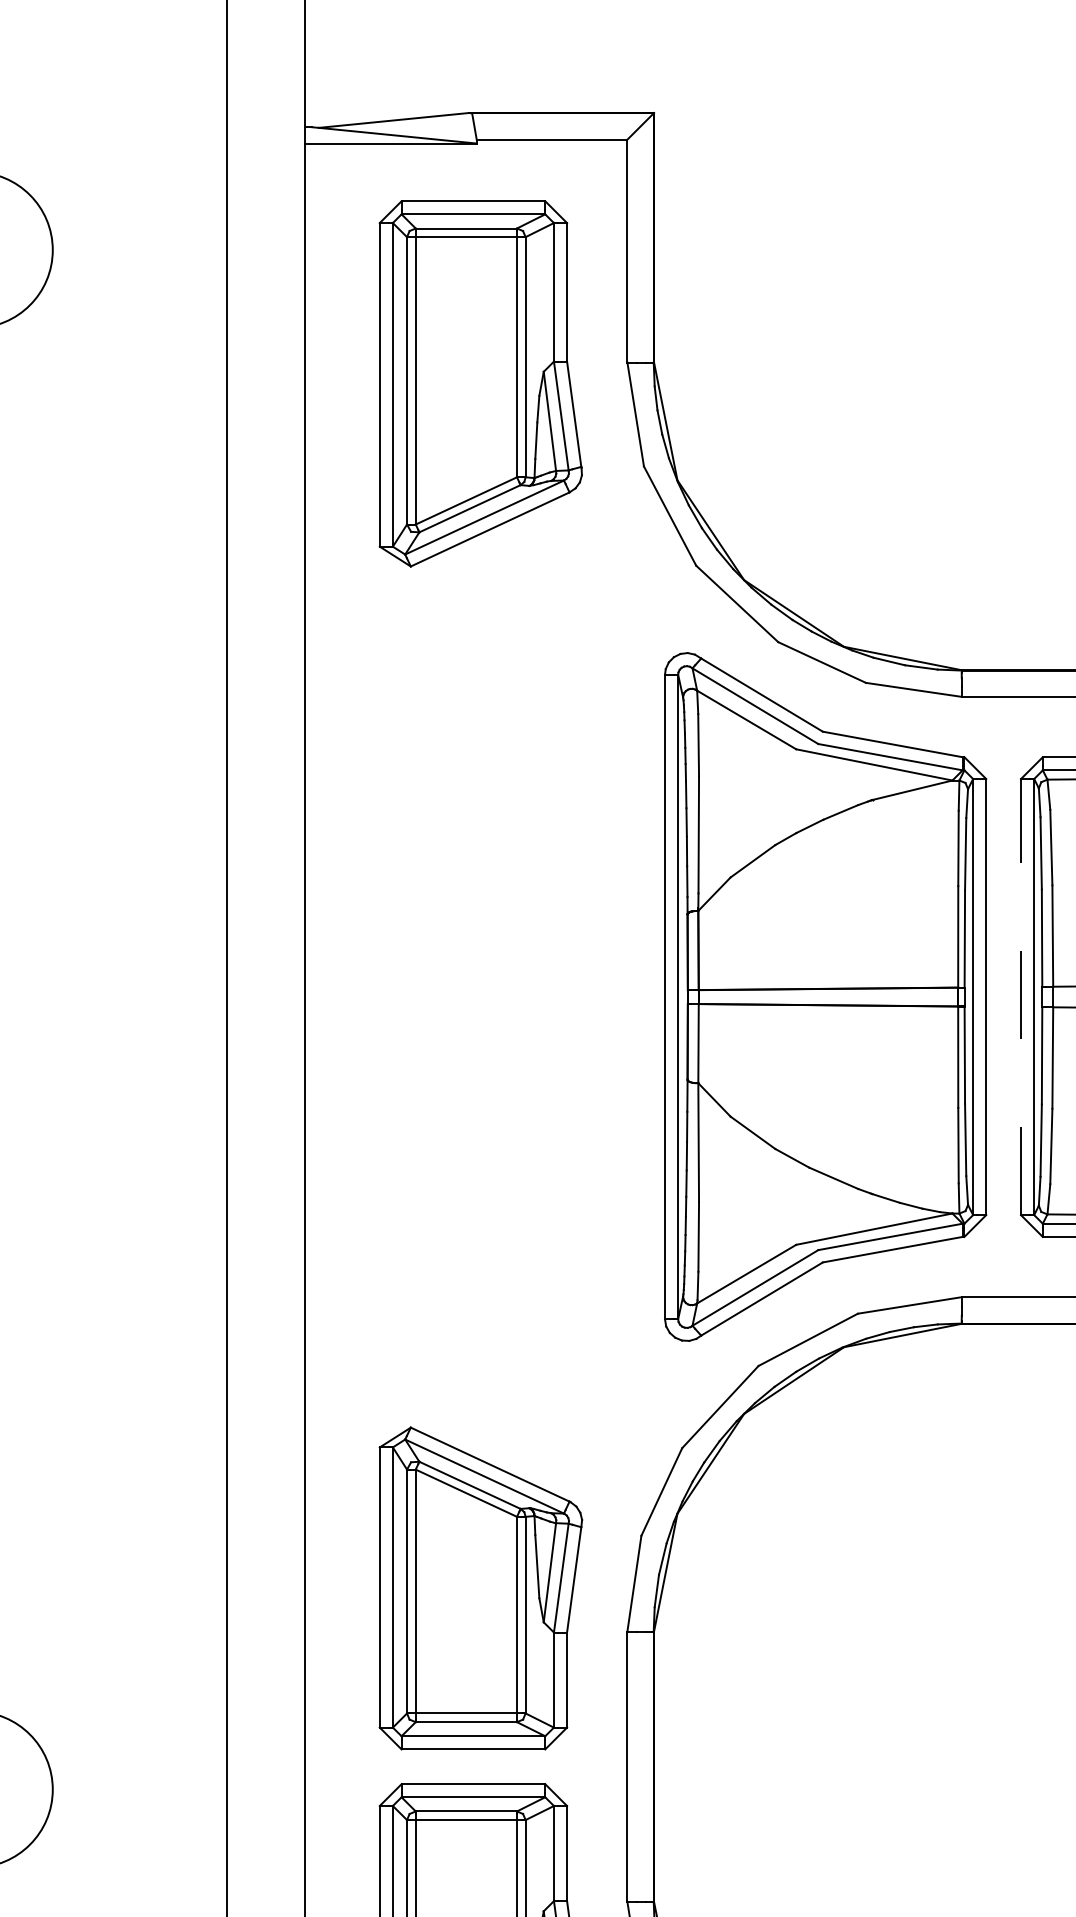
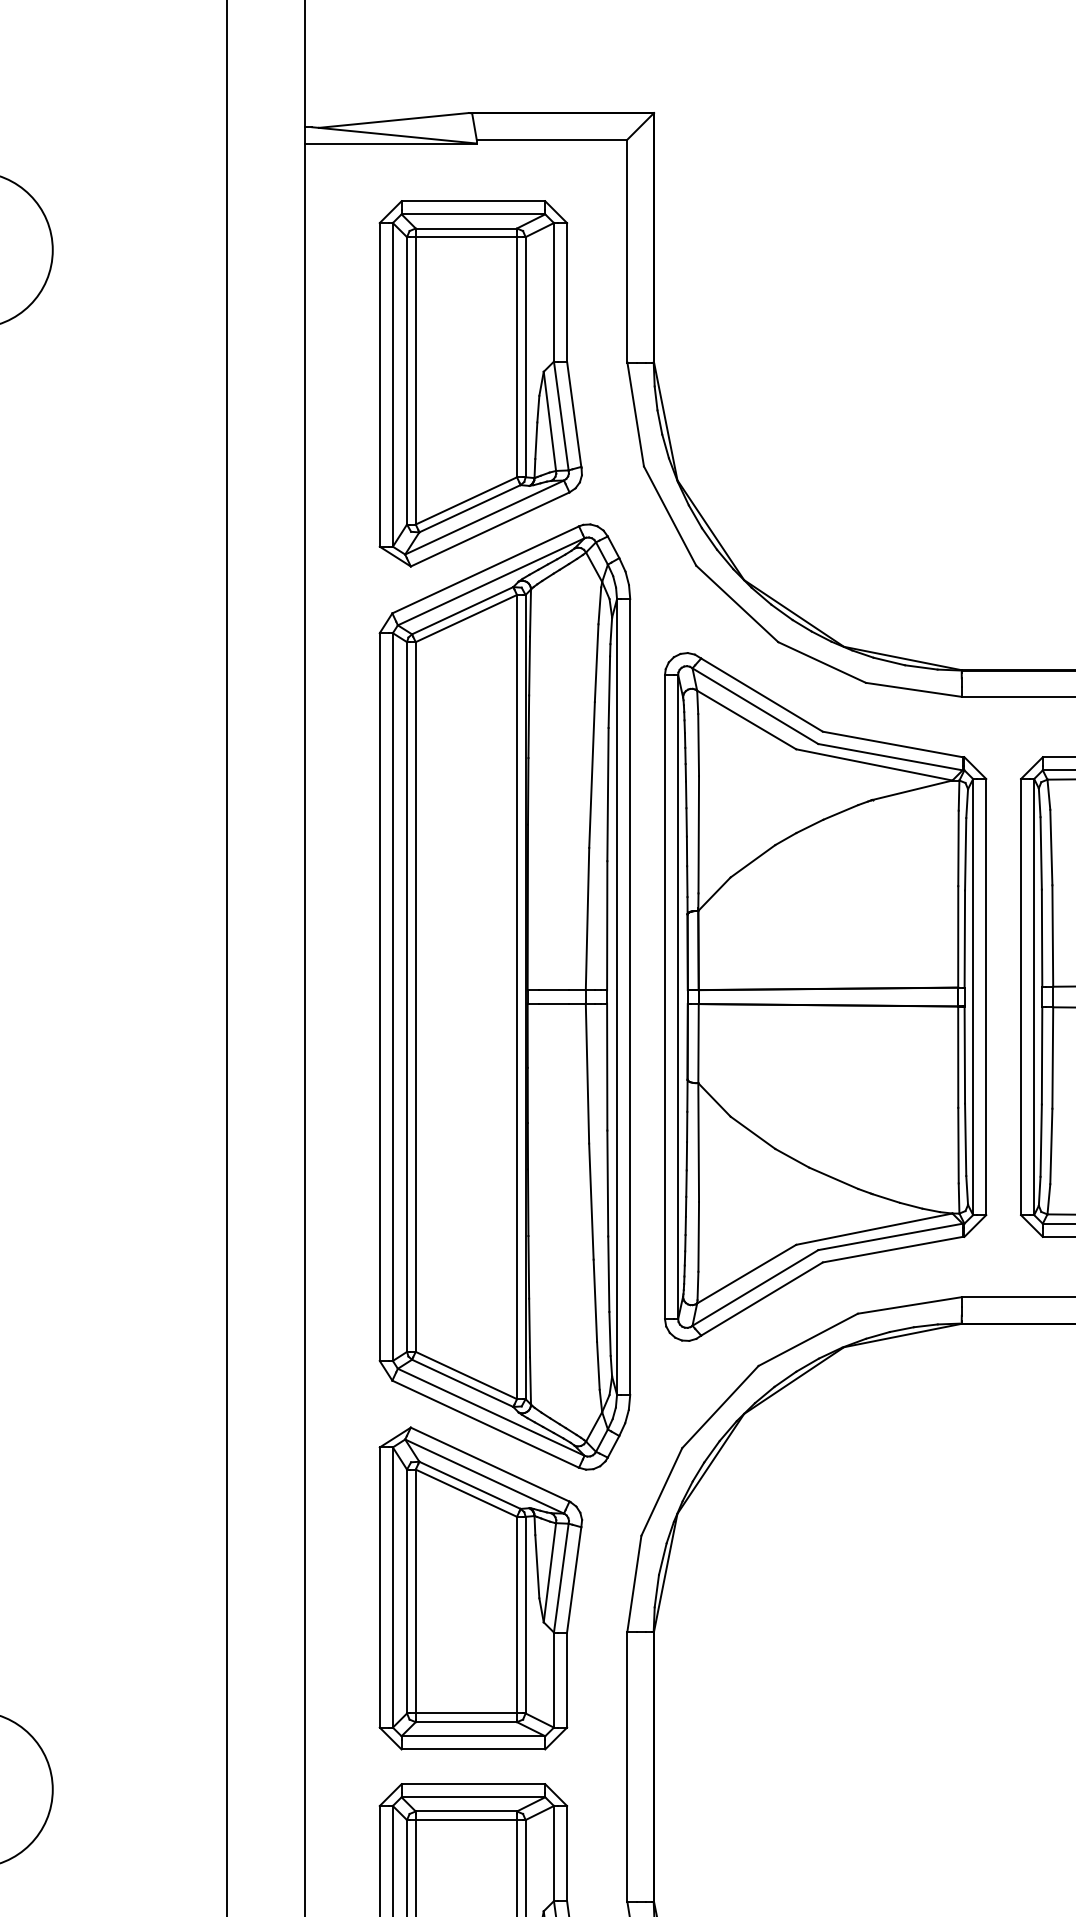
part at (504, 996): none -> present
line at (1021, 996): dashed -> solid
